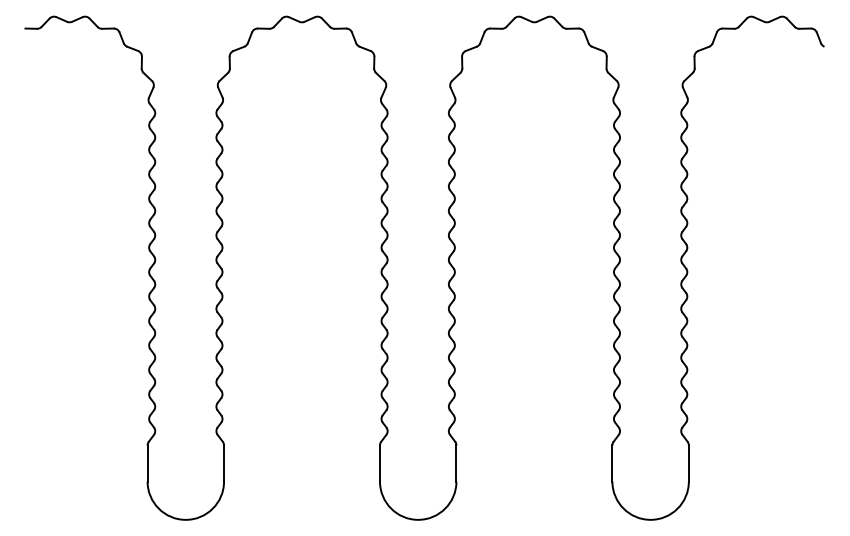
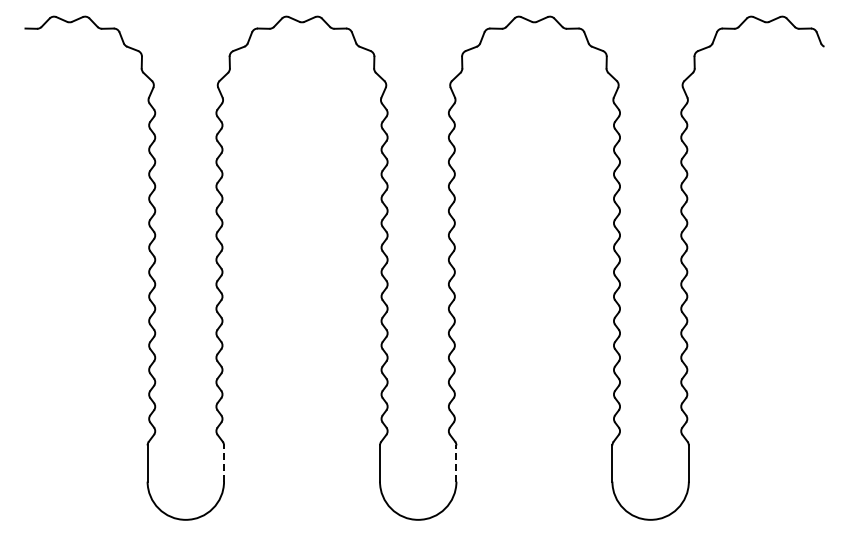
line at (224, 463): solid -> dashed
line at (456, 463): solid -> dashed
